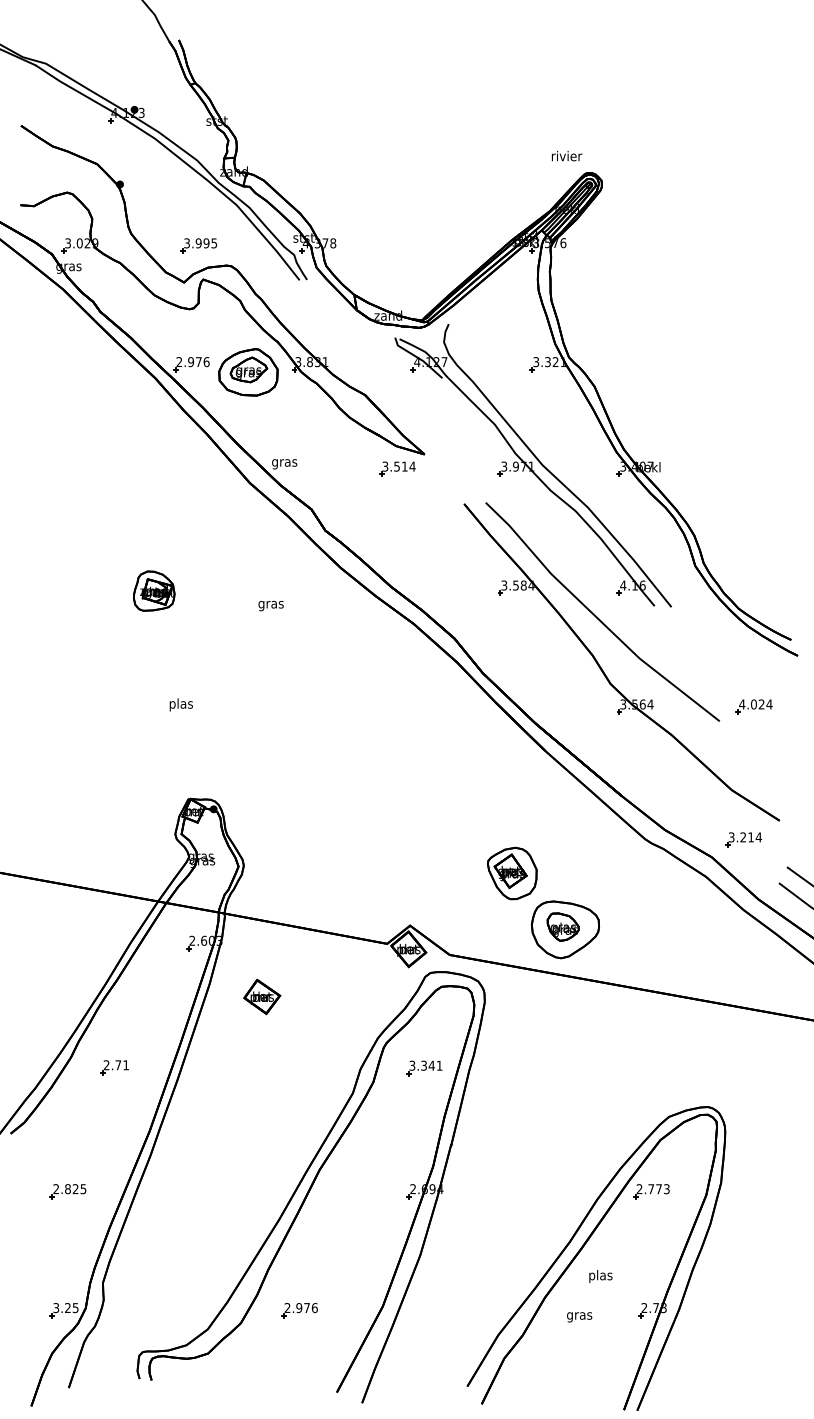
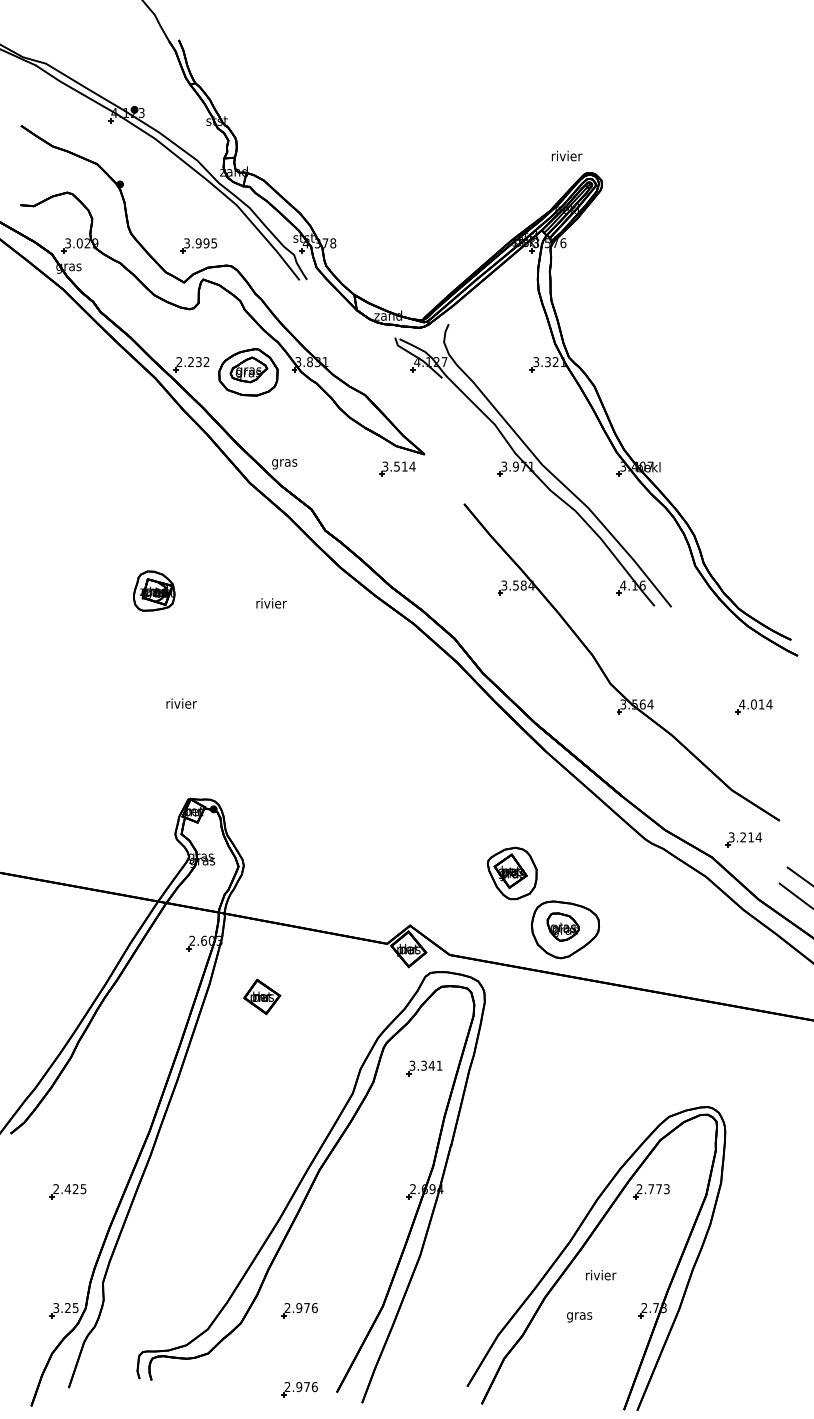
text at (198, 362): 2.976 -> 2.232
text at (271, 604): gras -> rivier
line at (597, 616): present -> none
text at (181, 704): plas -> rivier
text at (761, 704): 4.024 -> 4.014
part at (114, 1067): present -> none
text at (67, 1189): 2.825 -> 2.425
text at (601, 1276): plas -> rivier
part at (299, 1389): none -> present
